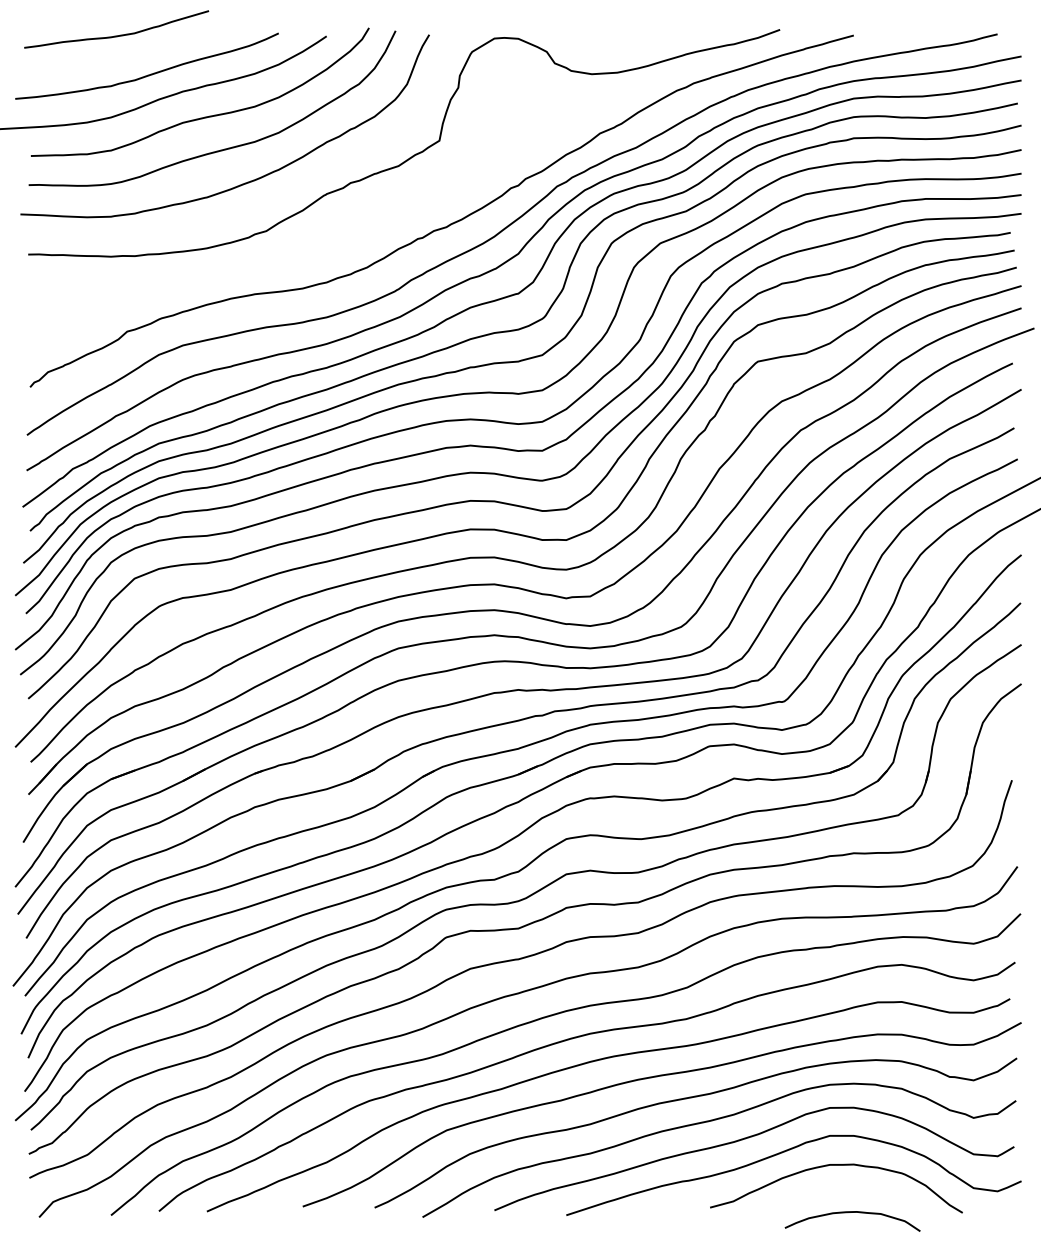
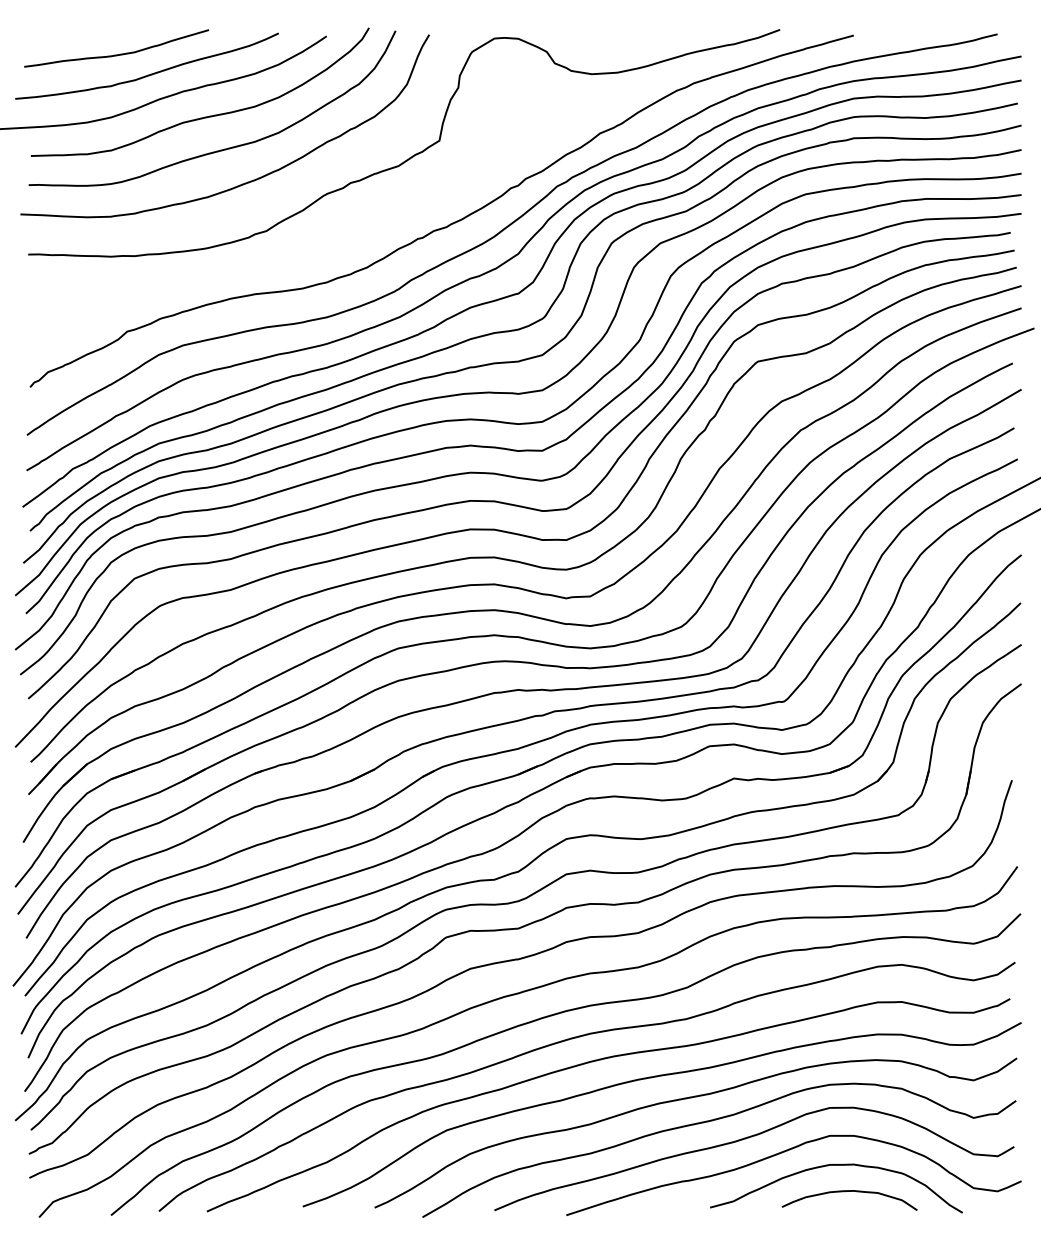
curve at (116, 35) position: (116, 35) -> (116, 54)
curve at (852, 1212) position: (852, 1212) -> (849, 1191)
